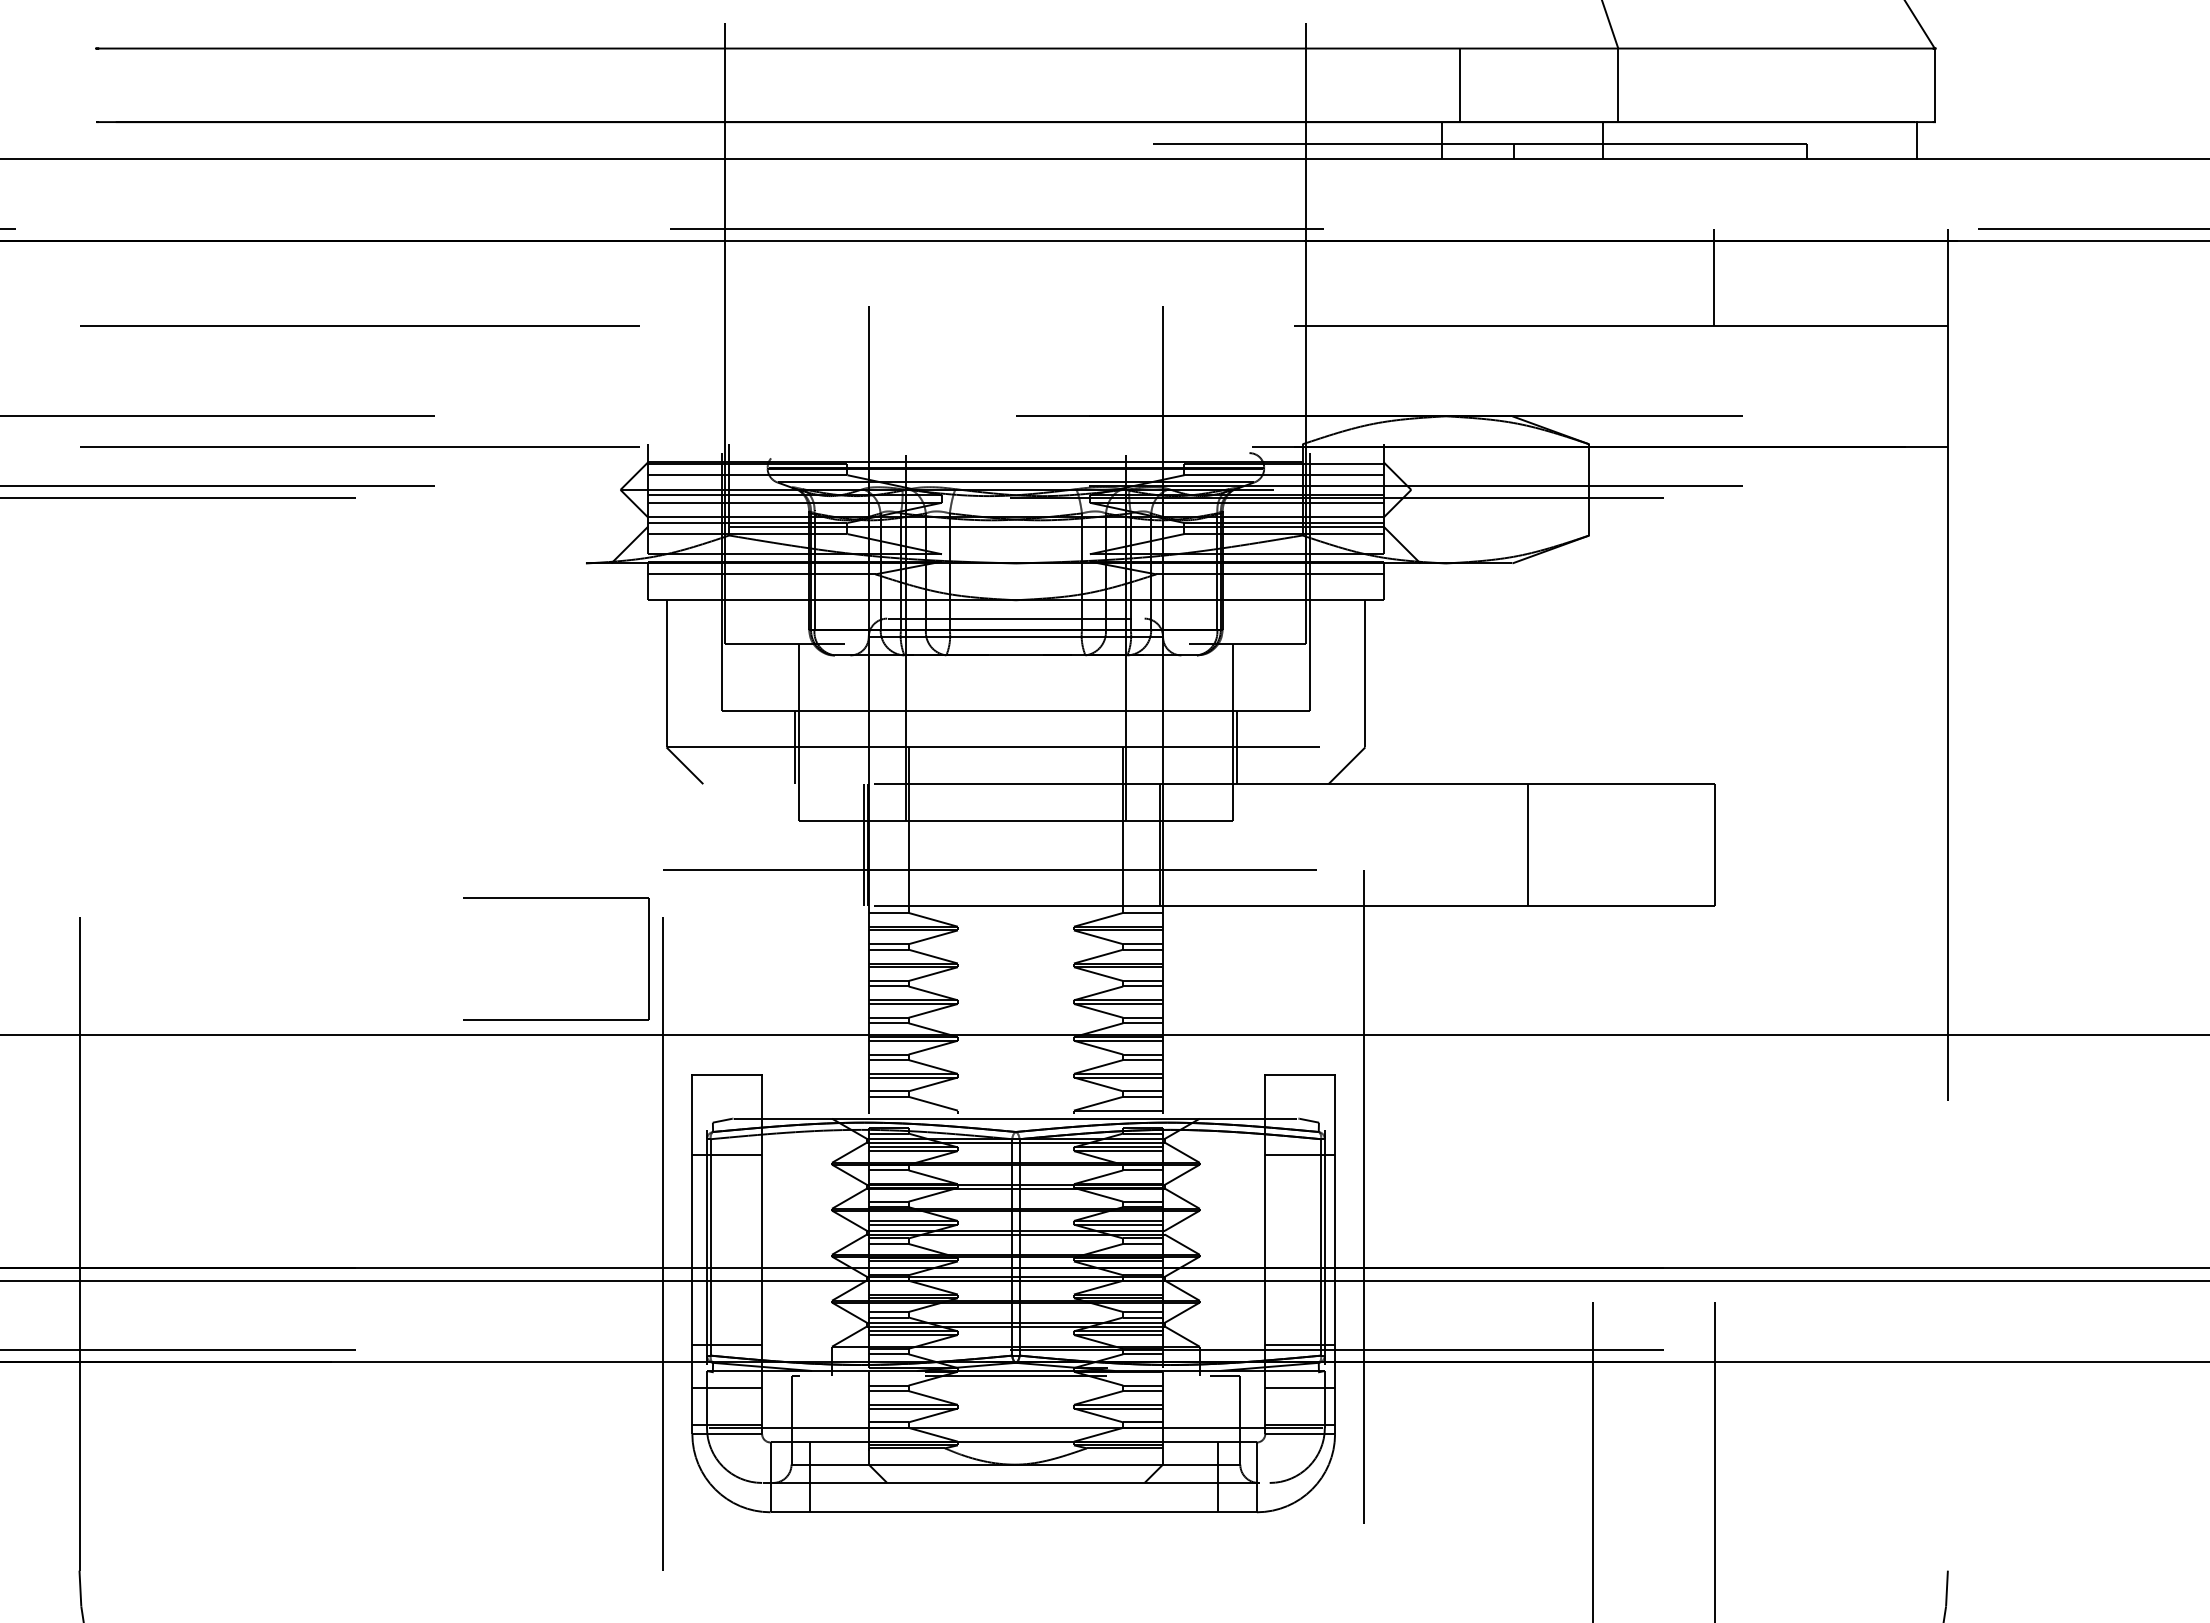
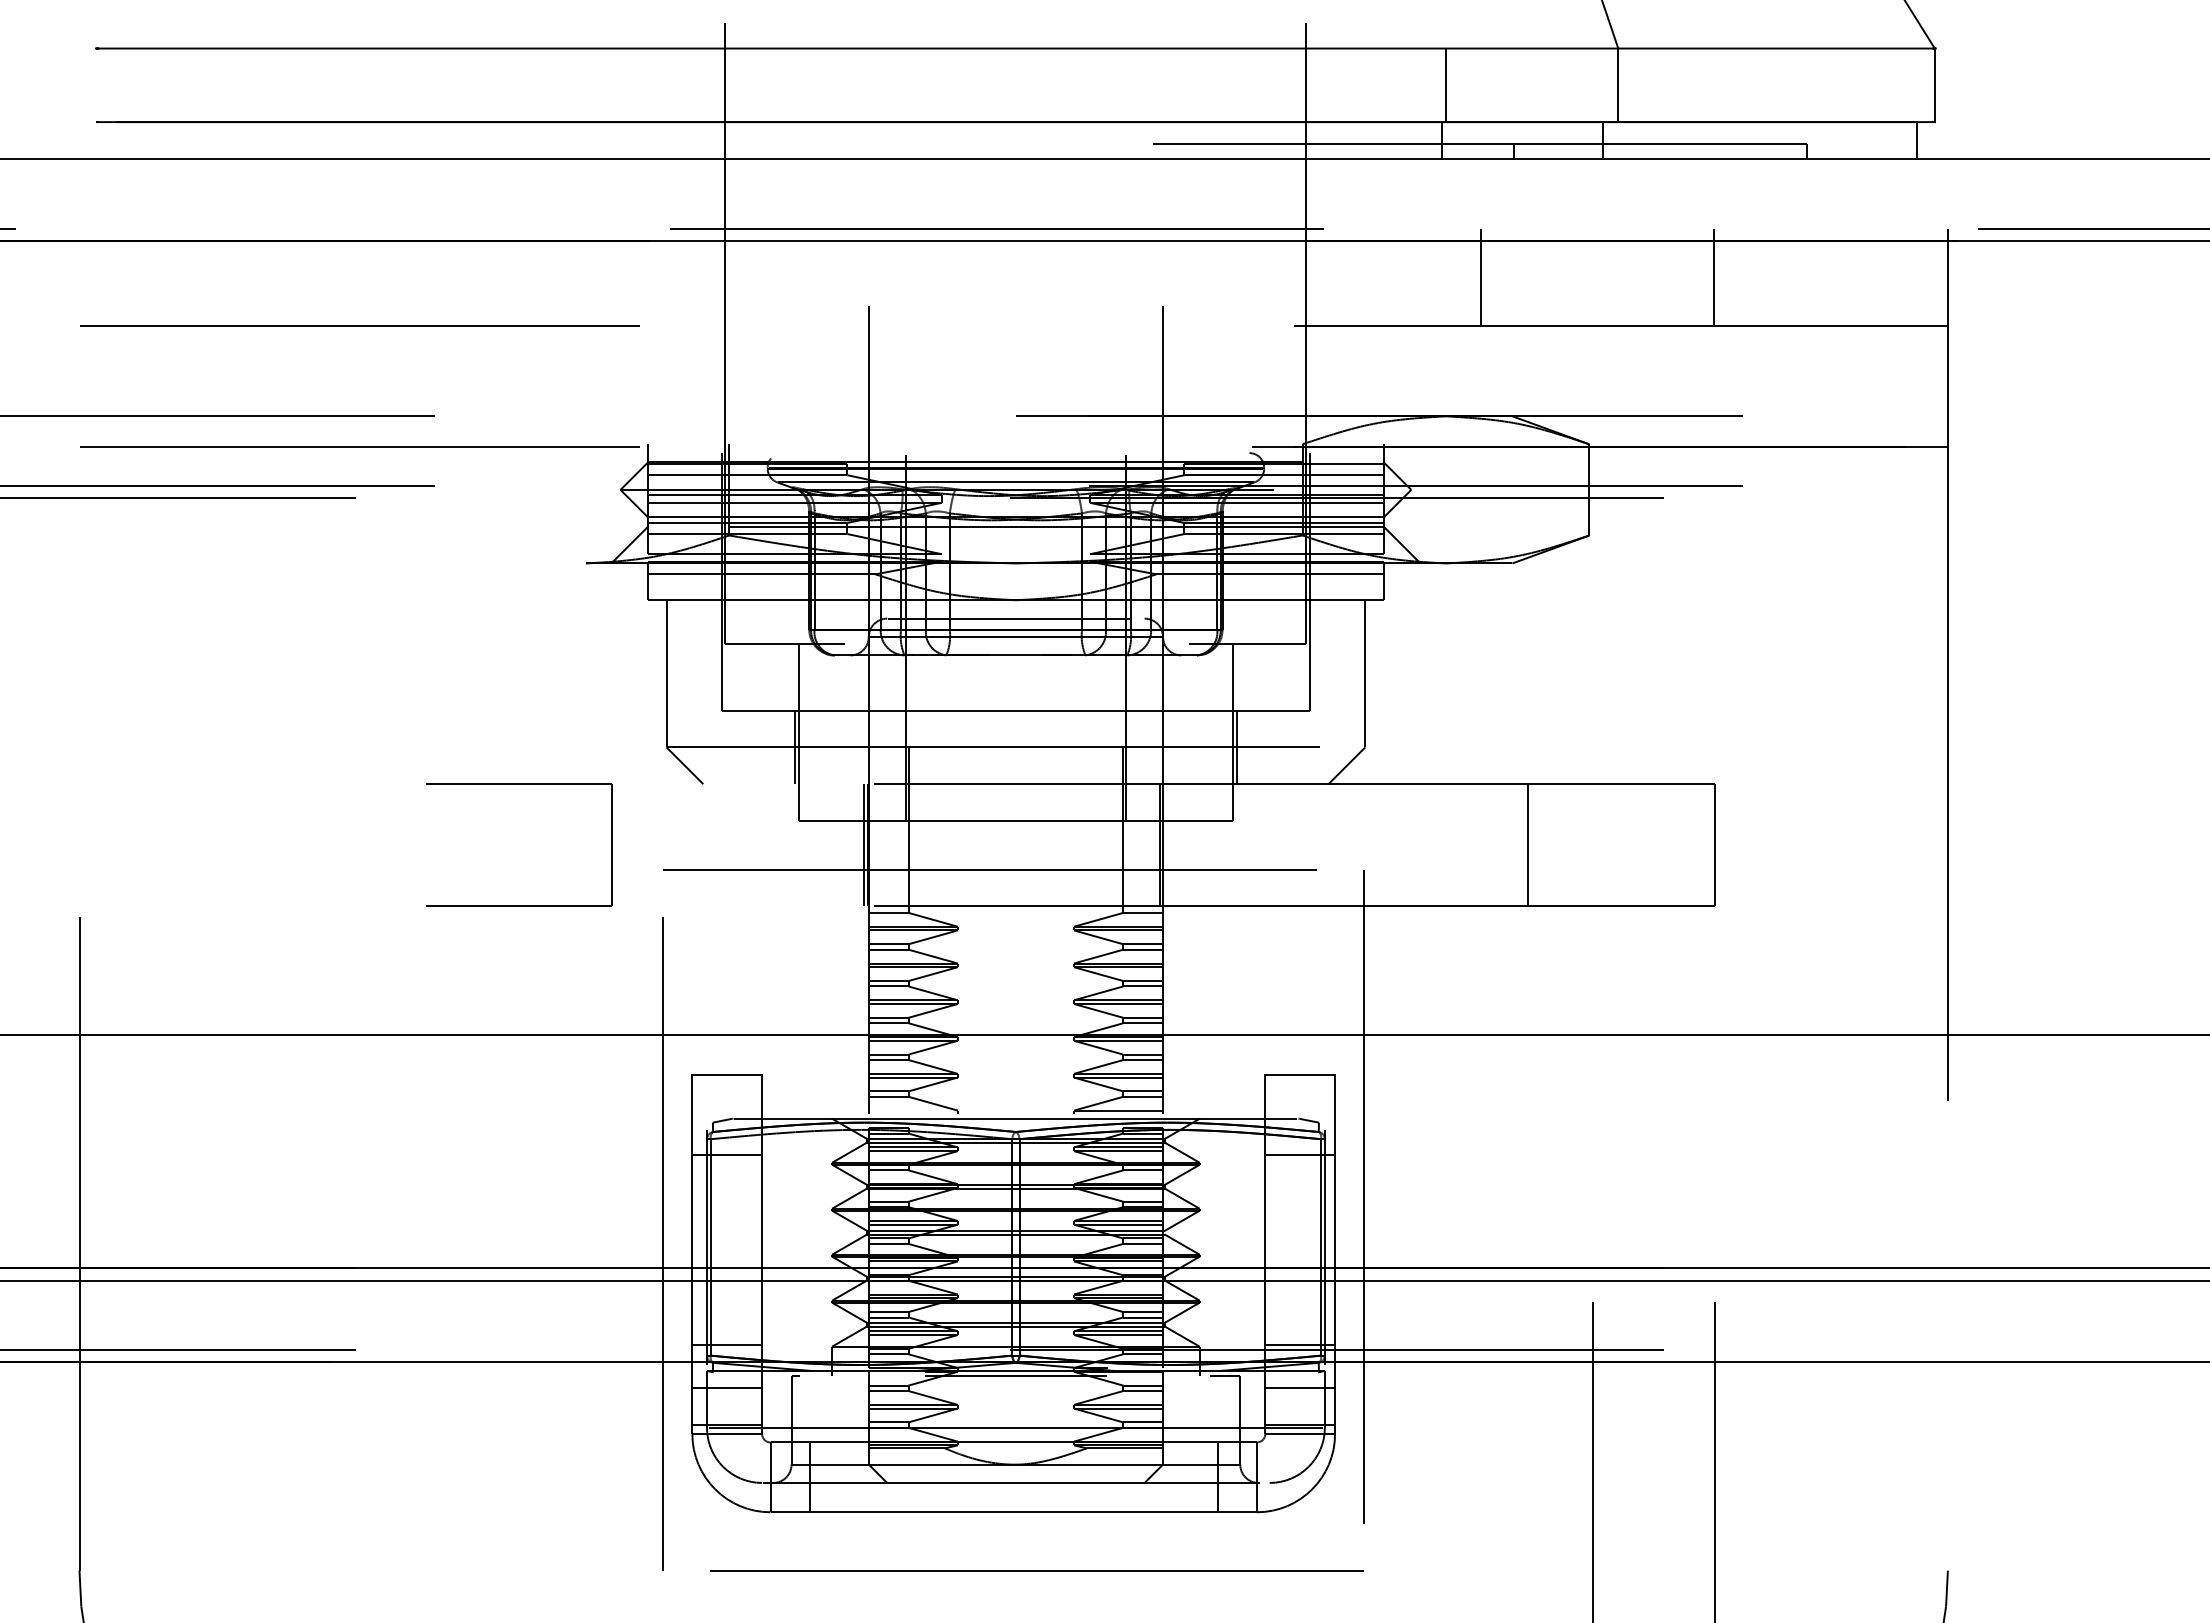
line at (1460, 85) position: (1460, 85) -> (1446, 85)
line at (1480, 276): none -> present
part at (556, 898) position: (556, 898) -> (519, 784)
line at (1036, 1570): none -> present
